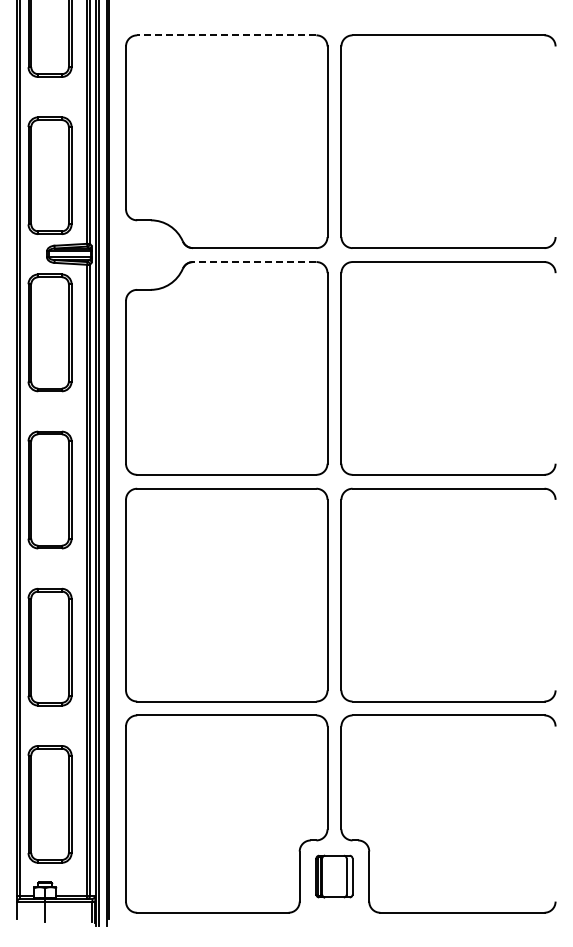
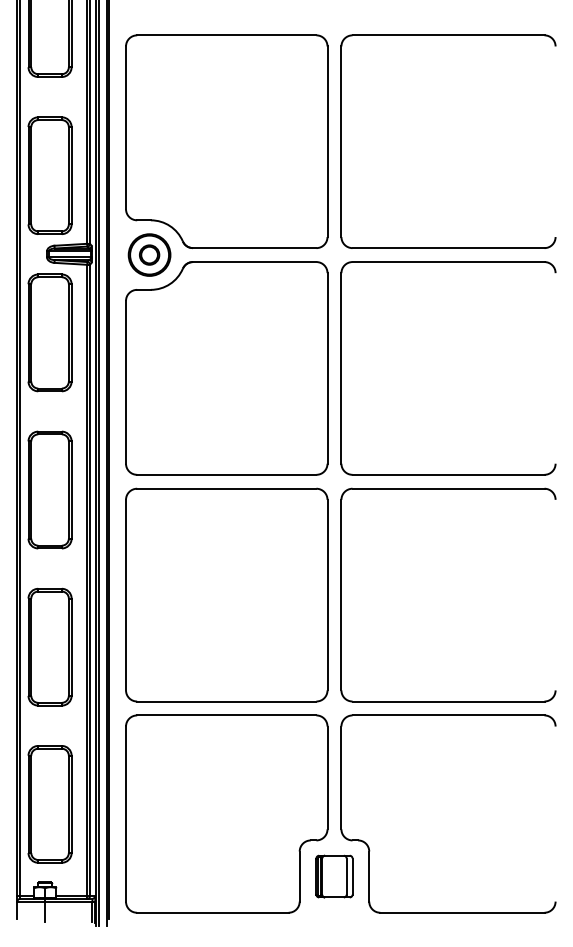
line at (226, 35): dashed -> solid
part at (149, 254): none -> present
line at (254, 262): dashed -> solid
